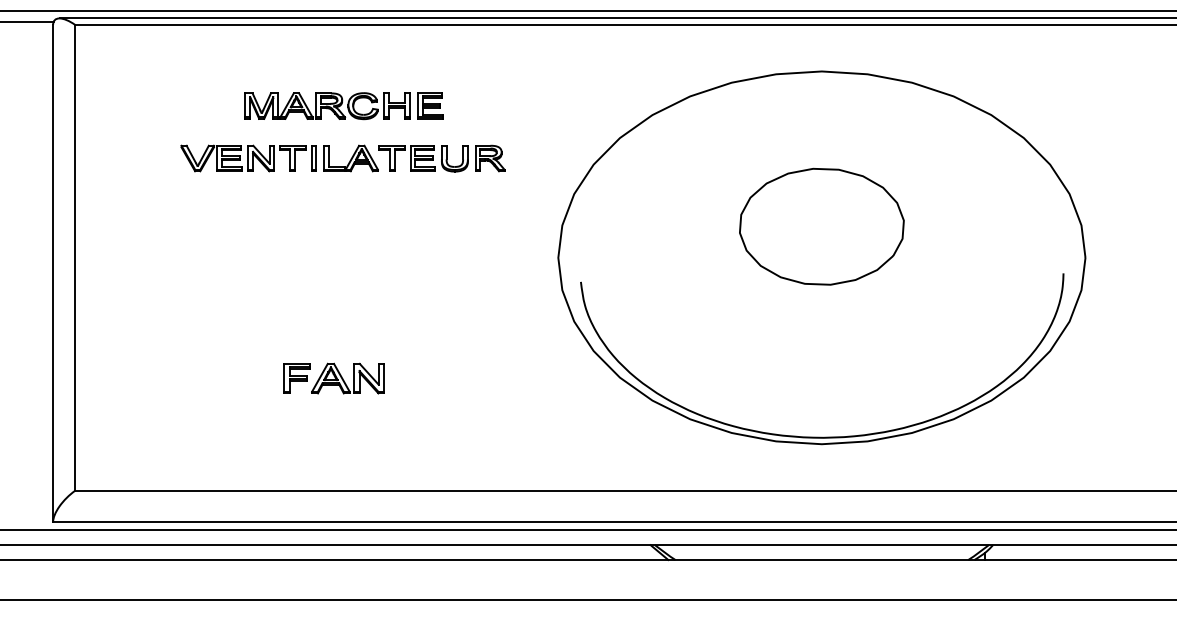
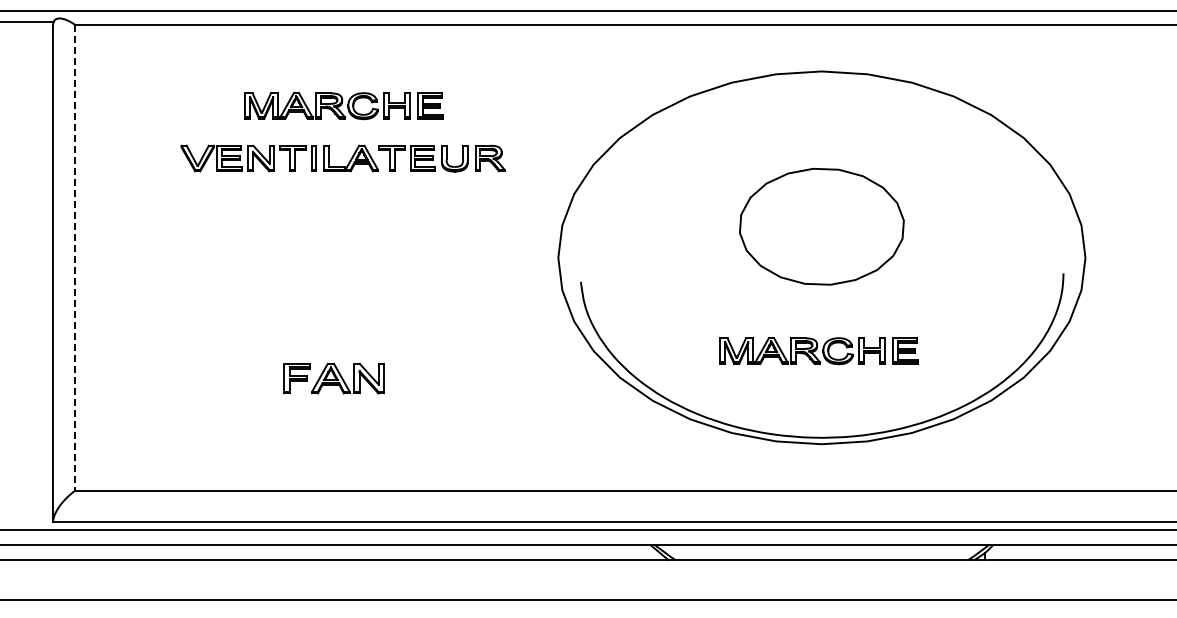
line at (616, 18): present -> none
line at (75, 257): solid -> dashed
part at (818, 351): none -> present
